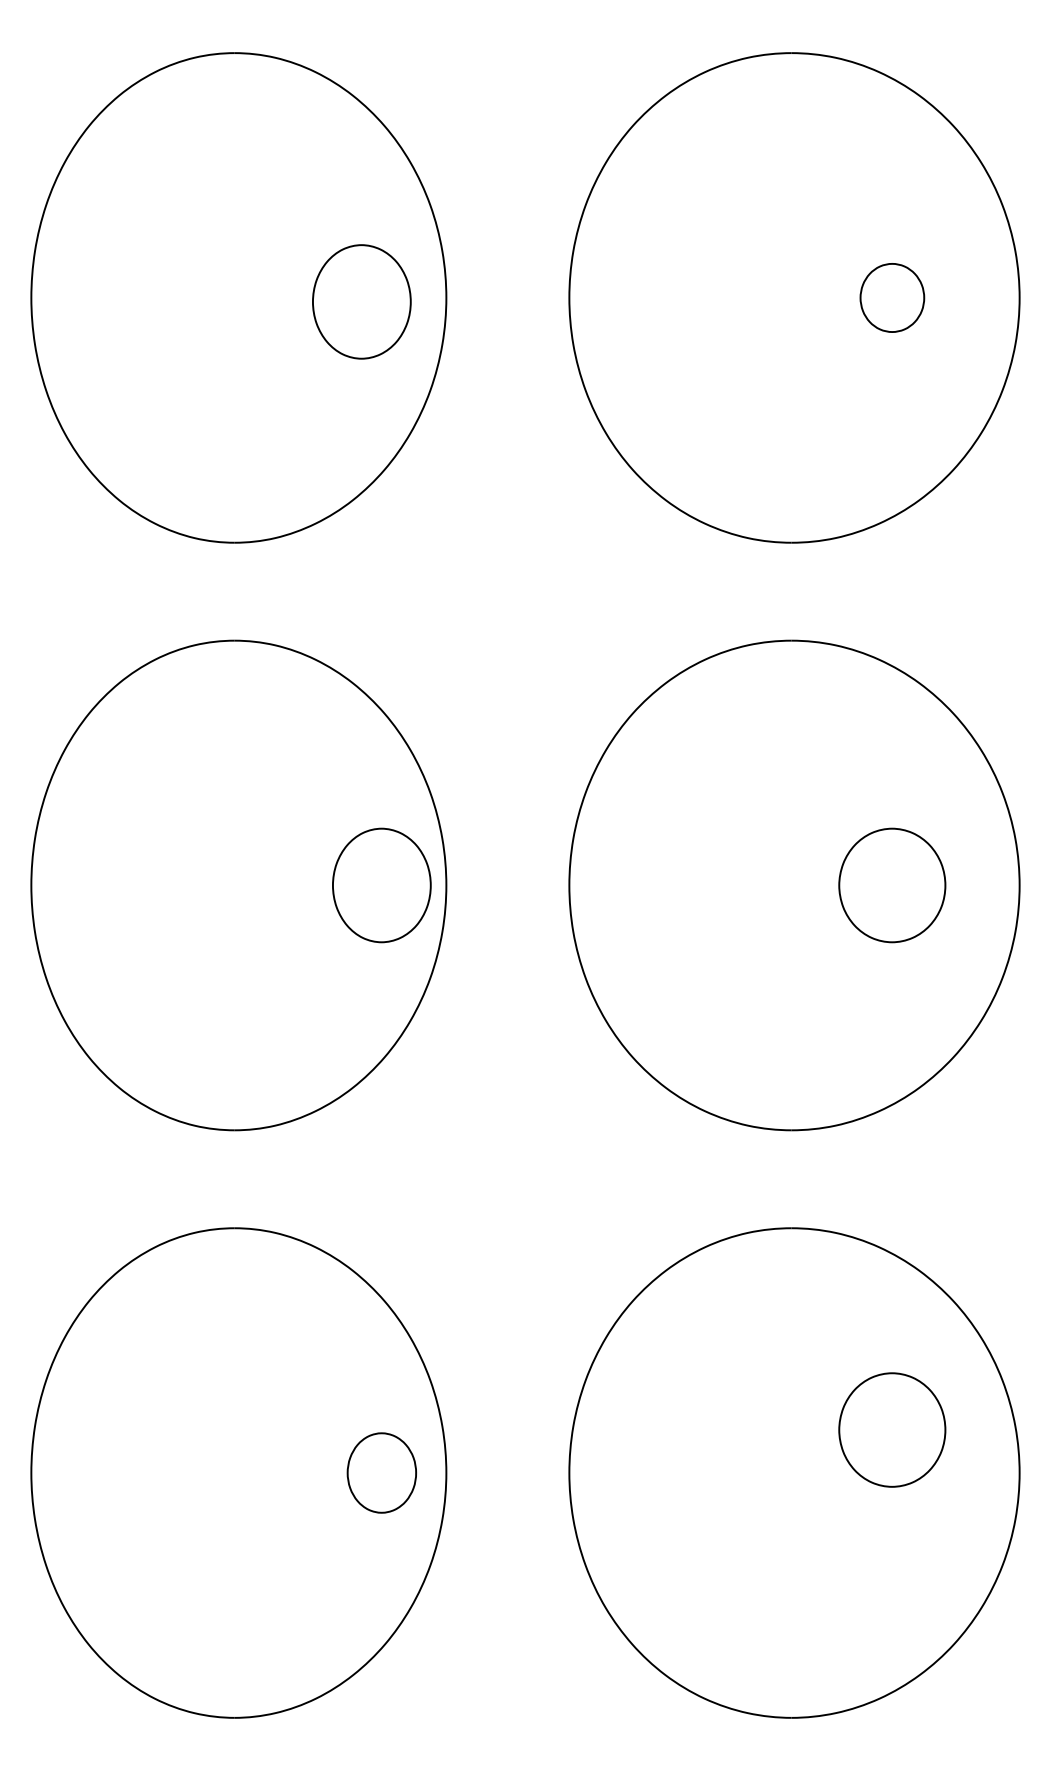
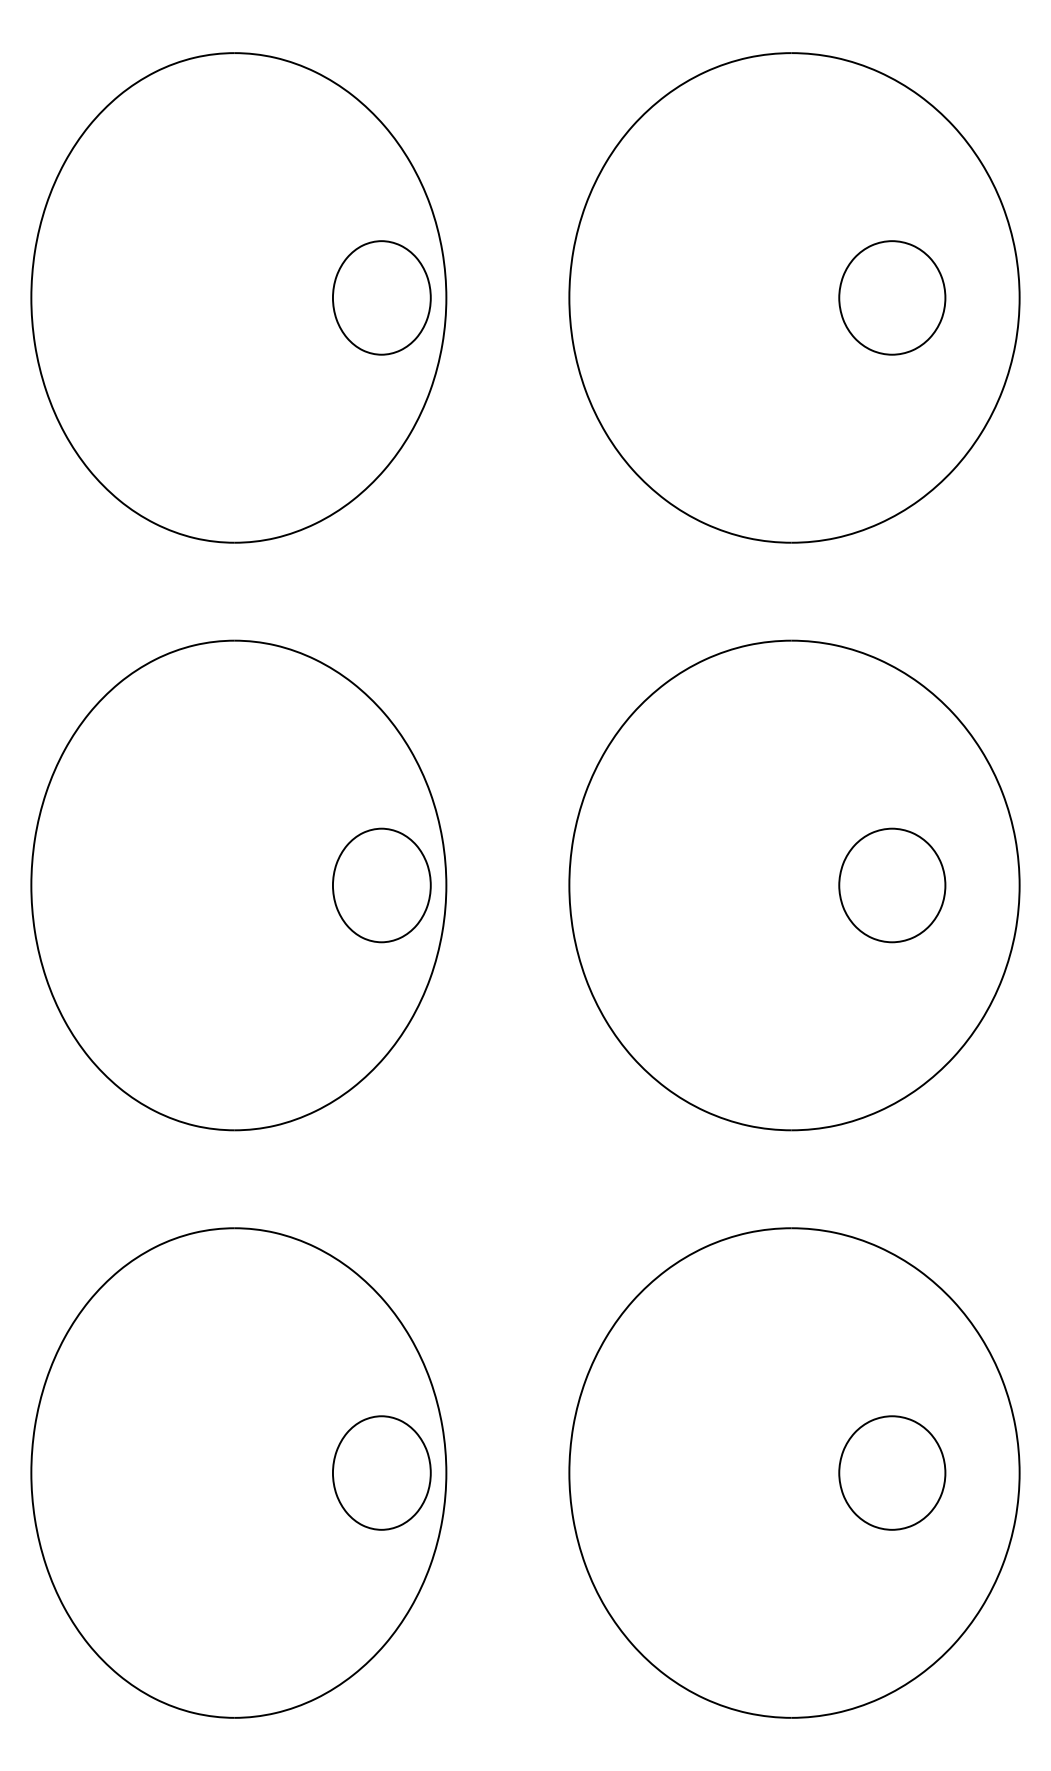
part at (892, 297) size: 67x70 px -> 109x116 px
part at (361, 301) position: (361, 301) -> (381, 297)
part at (892, 1429) position: (892, 1429) -> (892, 1472)
part at (381, 1472) size: 71x82 px -> 100x116 px
